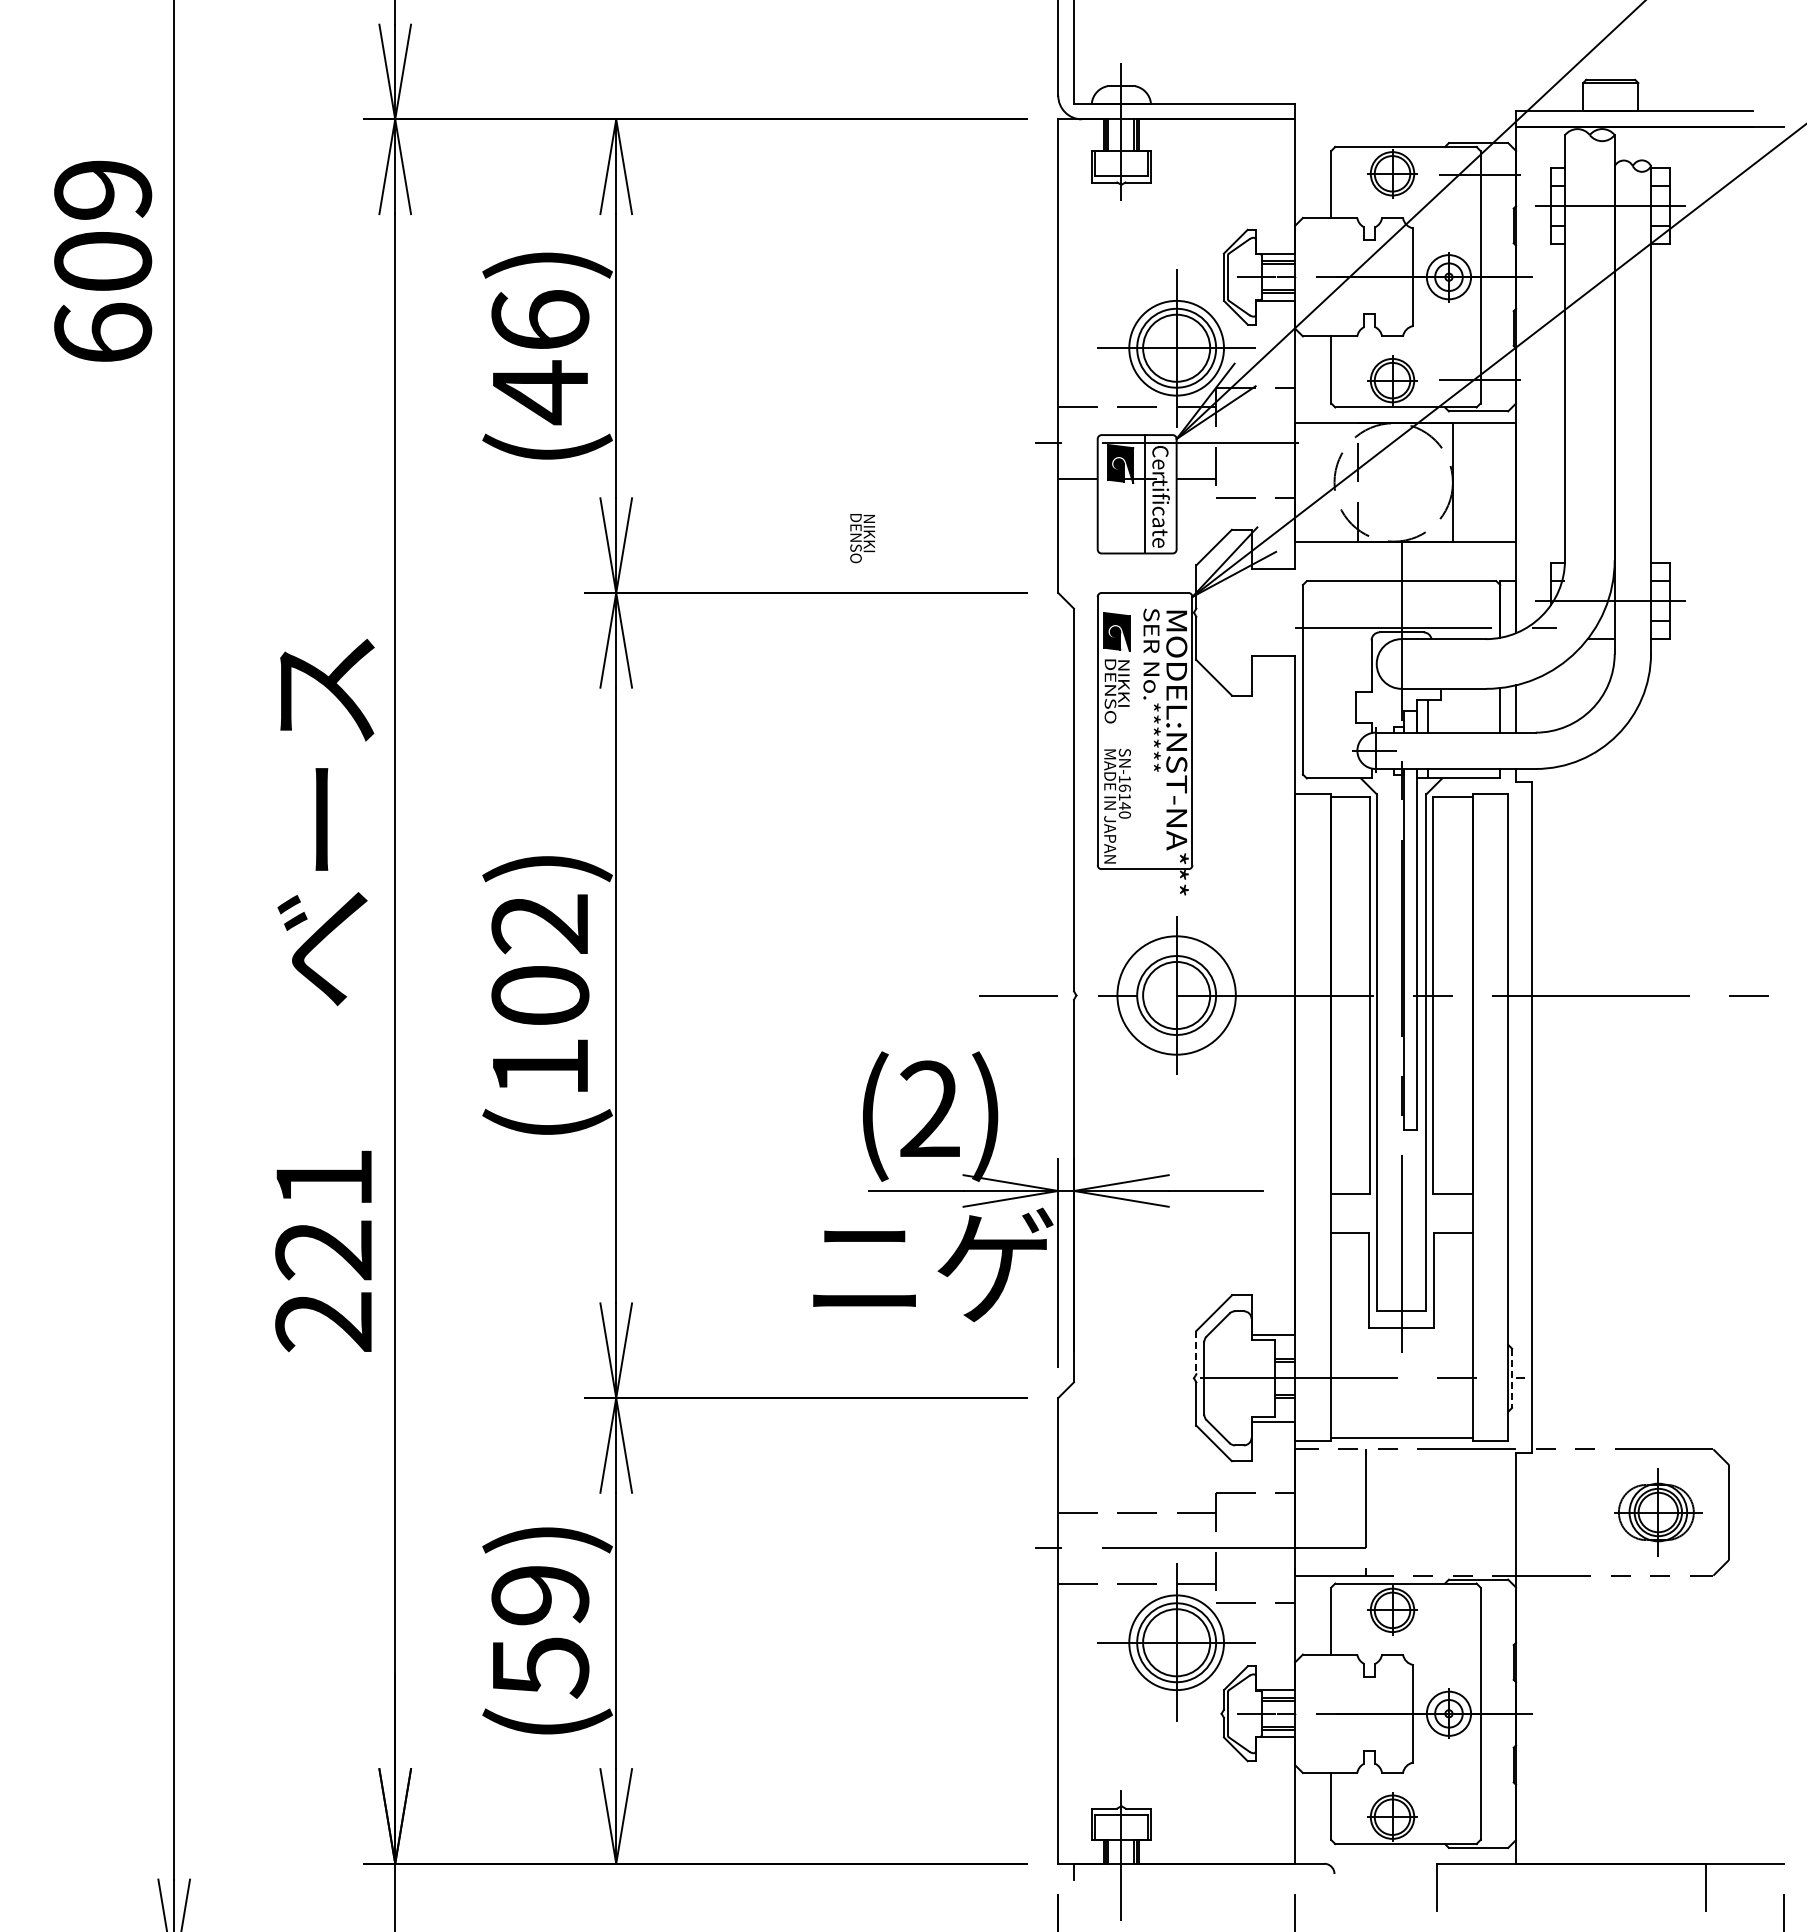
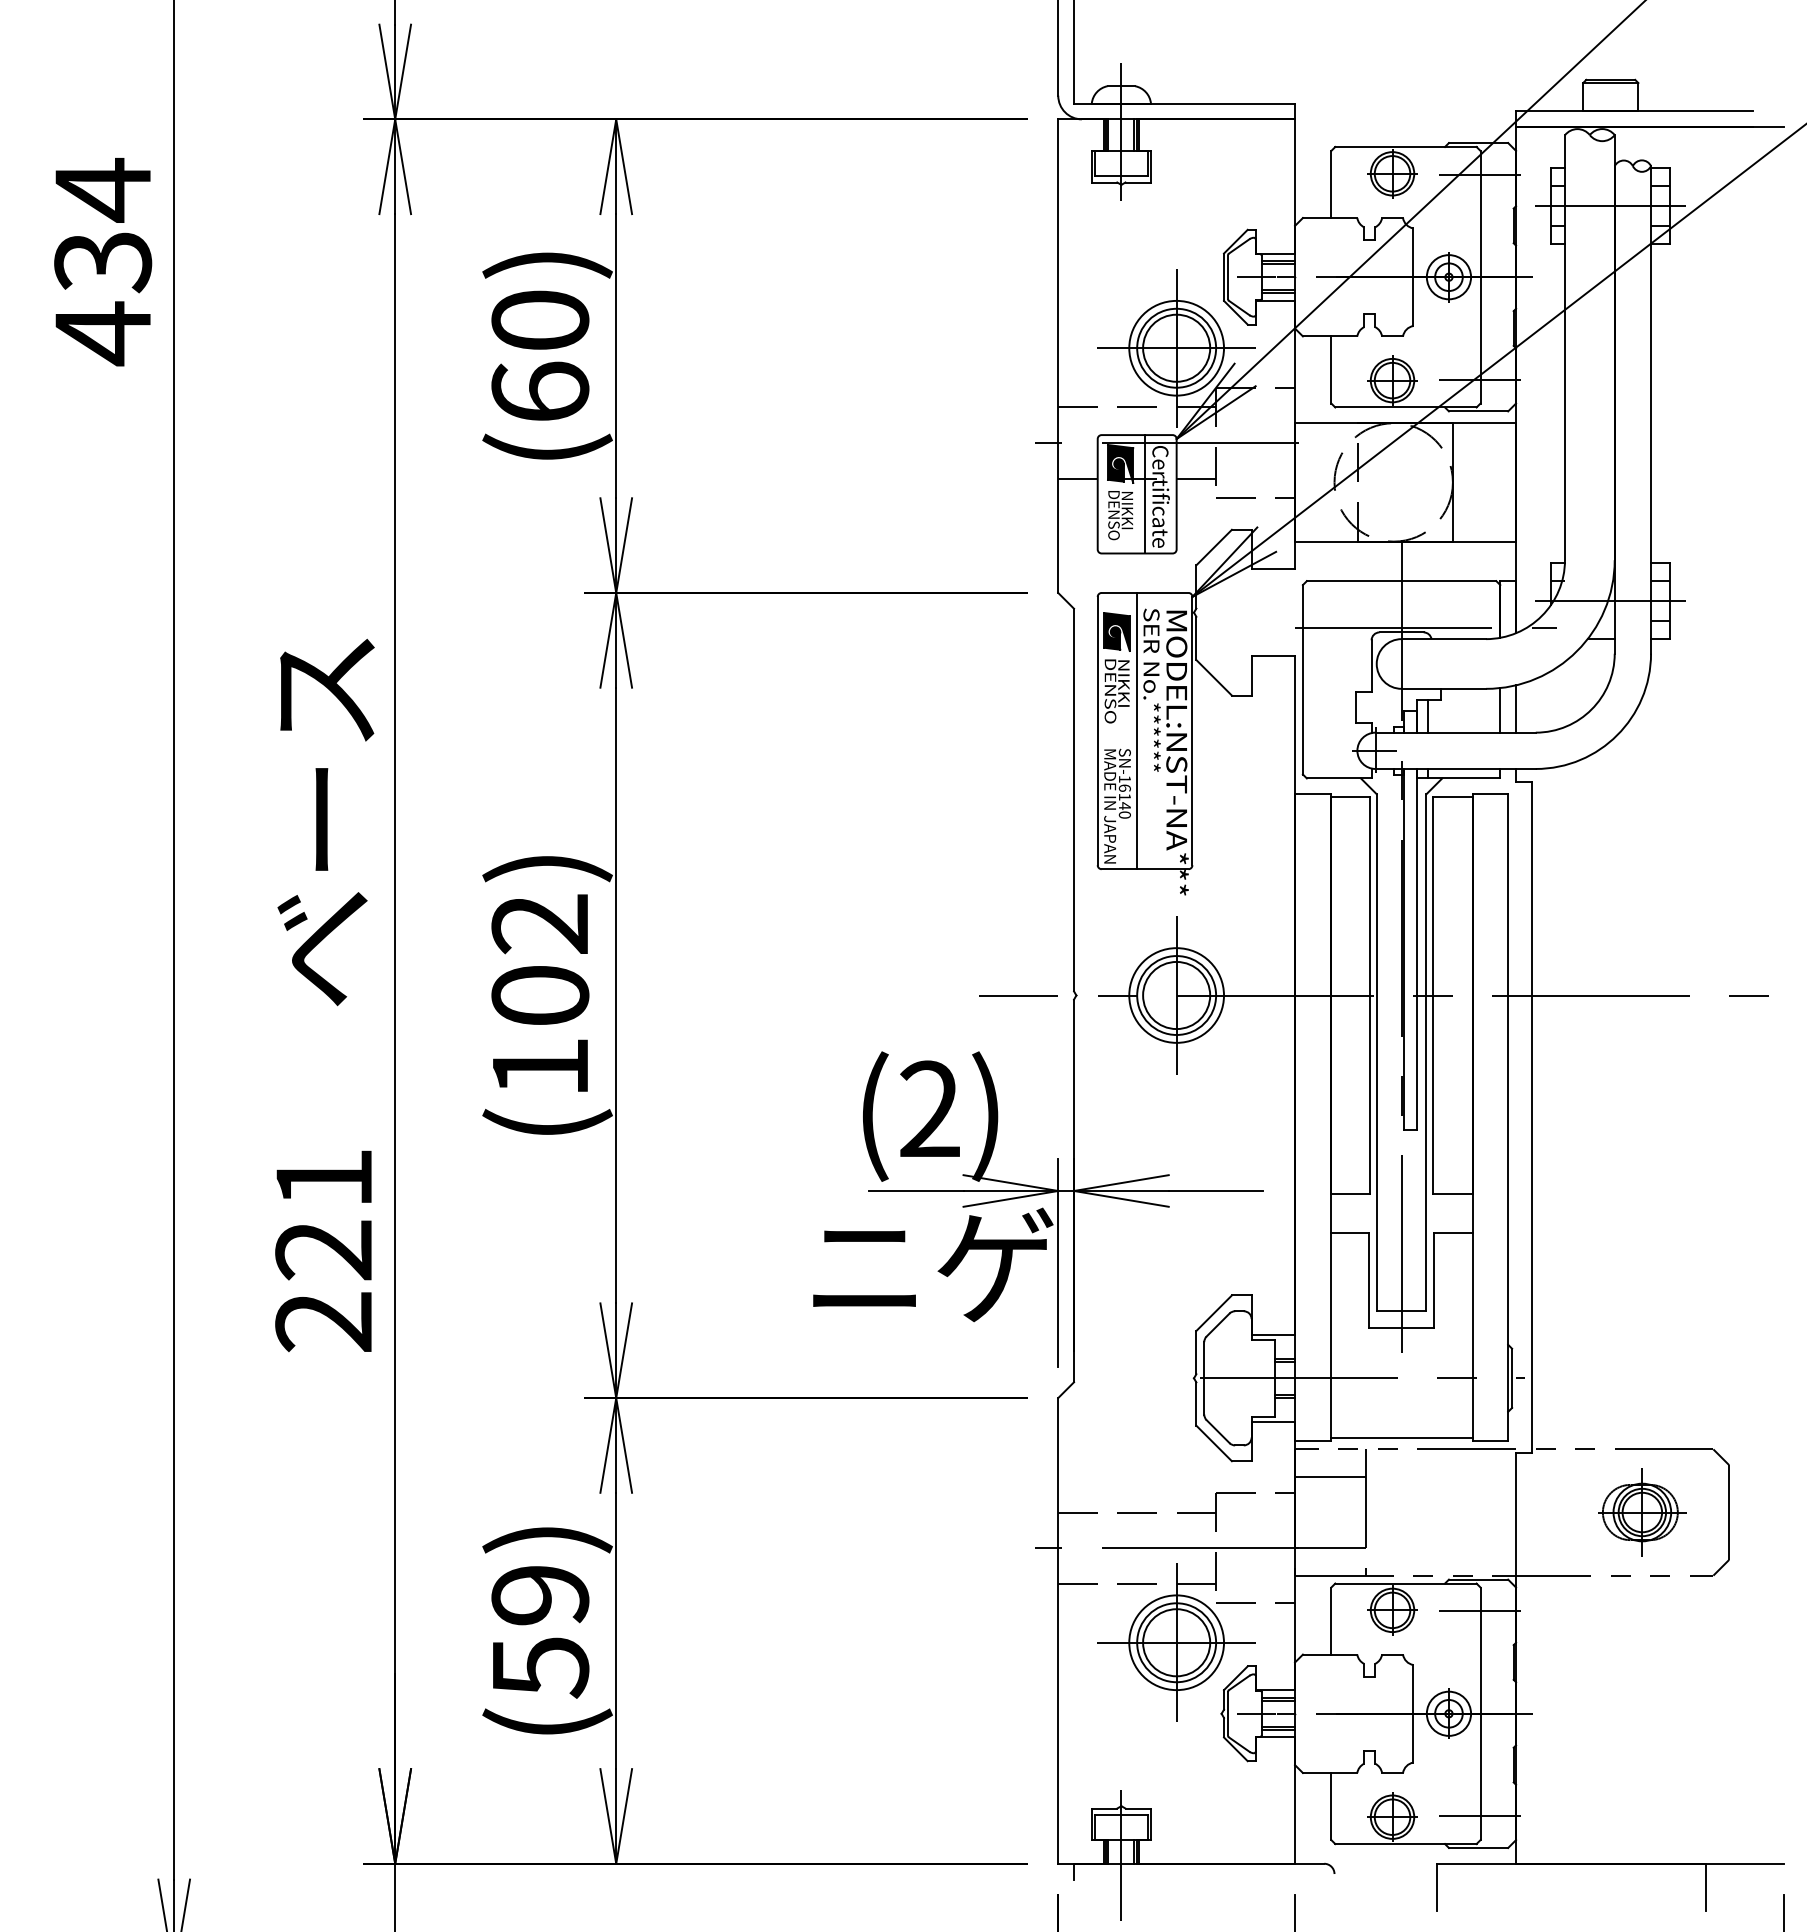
text at (103, 261): 609 -> 434
text at (540, 357): (46) -> (60)
text at (862, 538) position: (862, 538) -> (1120, 515)
line at (1137, 730): none -> present
circle at (1176, 995) diameter: 118 px -> 95 px
line at (1196, 1352): dashed -> solid
line at (1512, 1378): dashed -> solid
line at (1330, 1477): none -> present
part at (1658, 1512) position: (1658, 1512) -> (1642, 1512)
line at (1479, 1611): none -> present
line at (1479, 1816): none -> present
